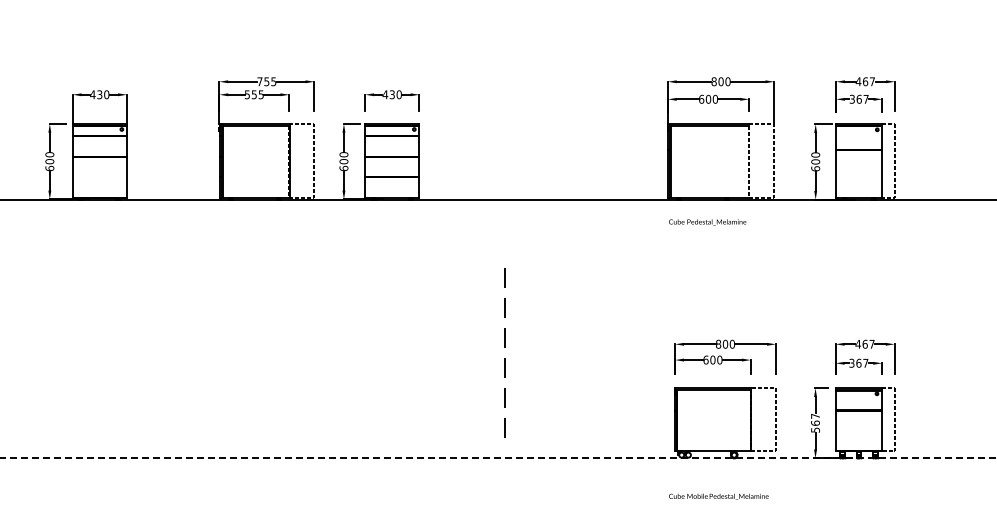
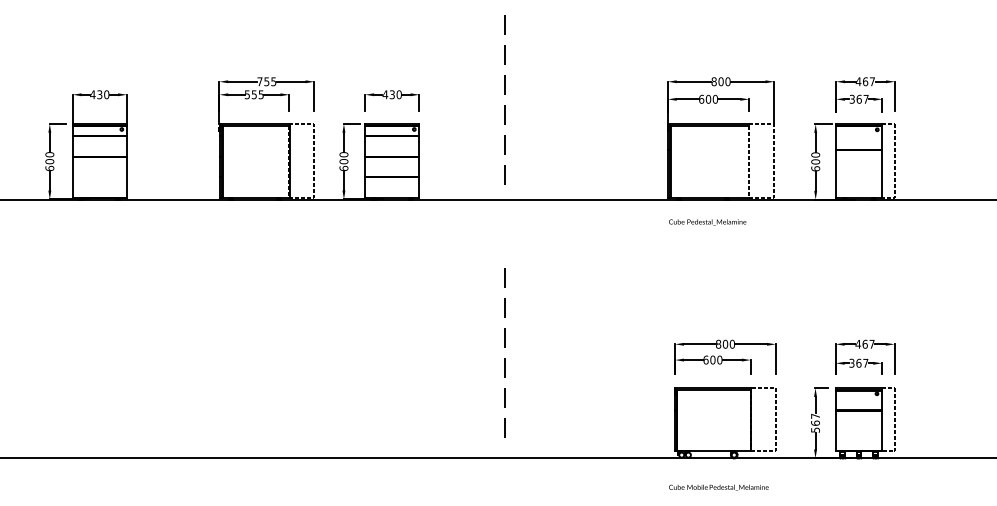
line at (504, 94): none -> present
line at (499, 458): dashed -> solid
text at (718, 496) position: (718, 496) -> (718, 487)
